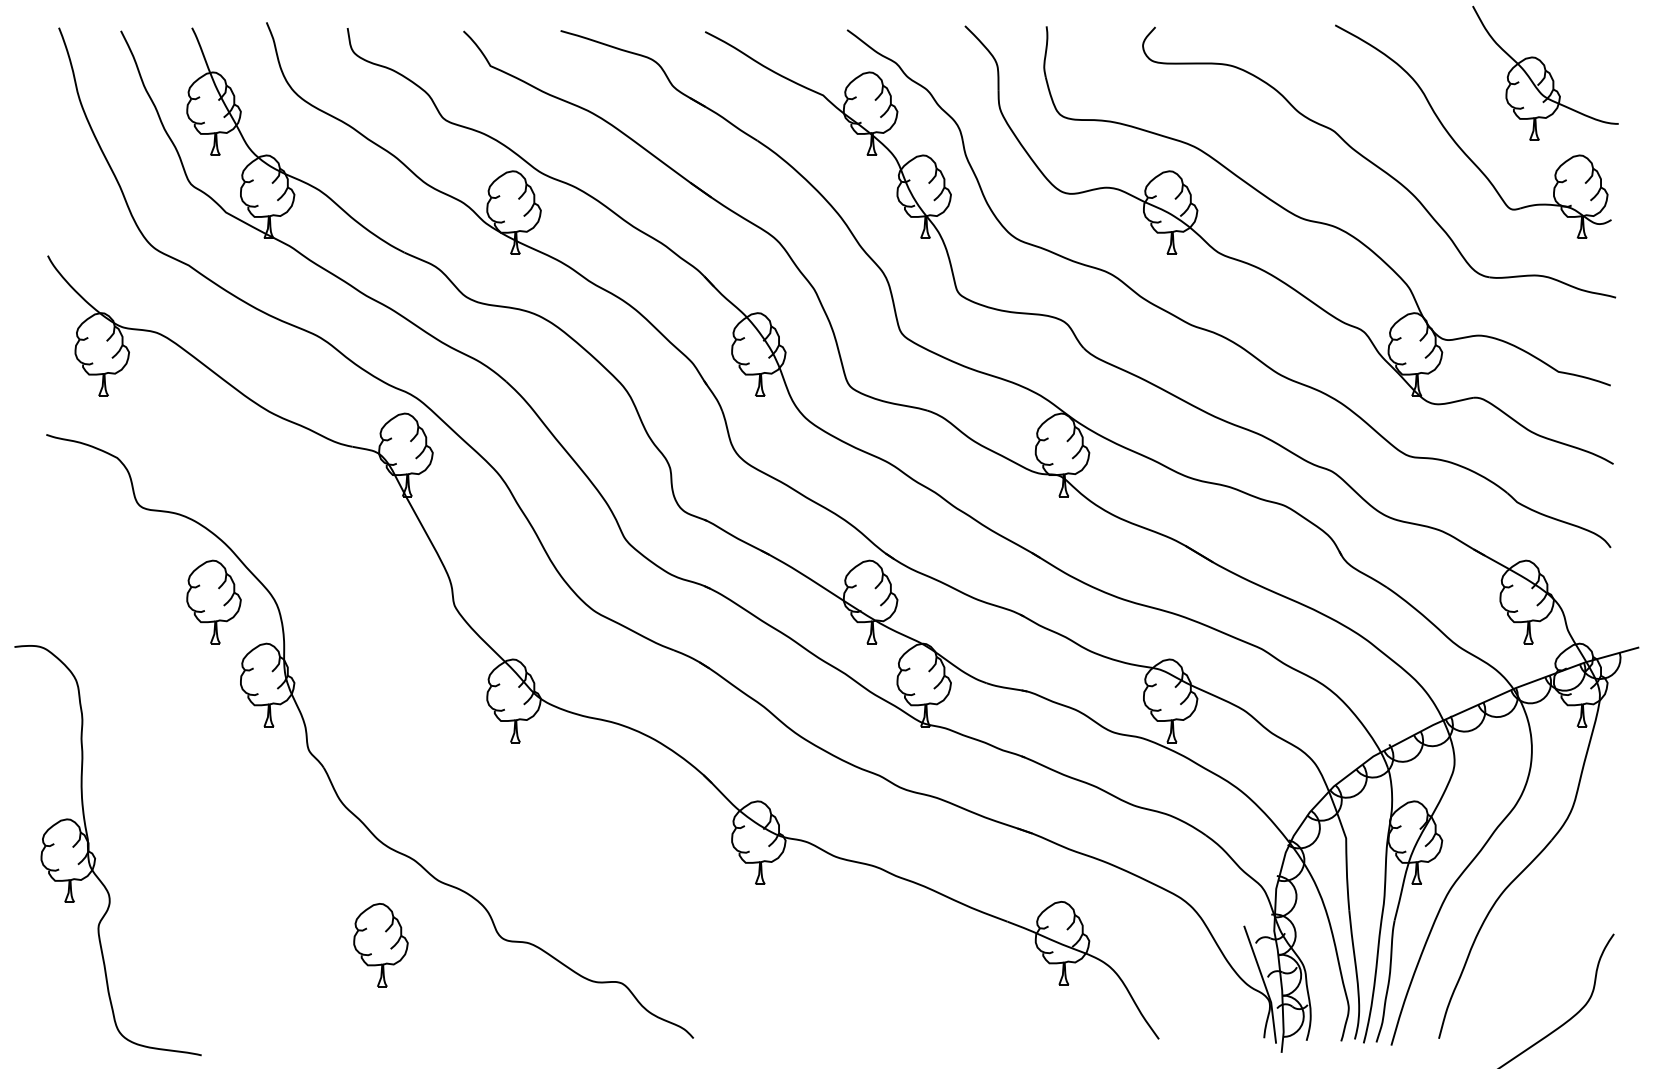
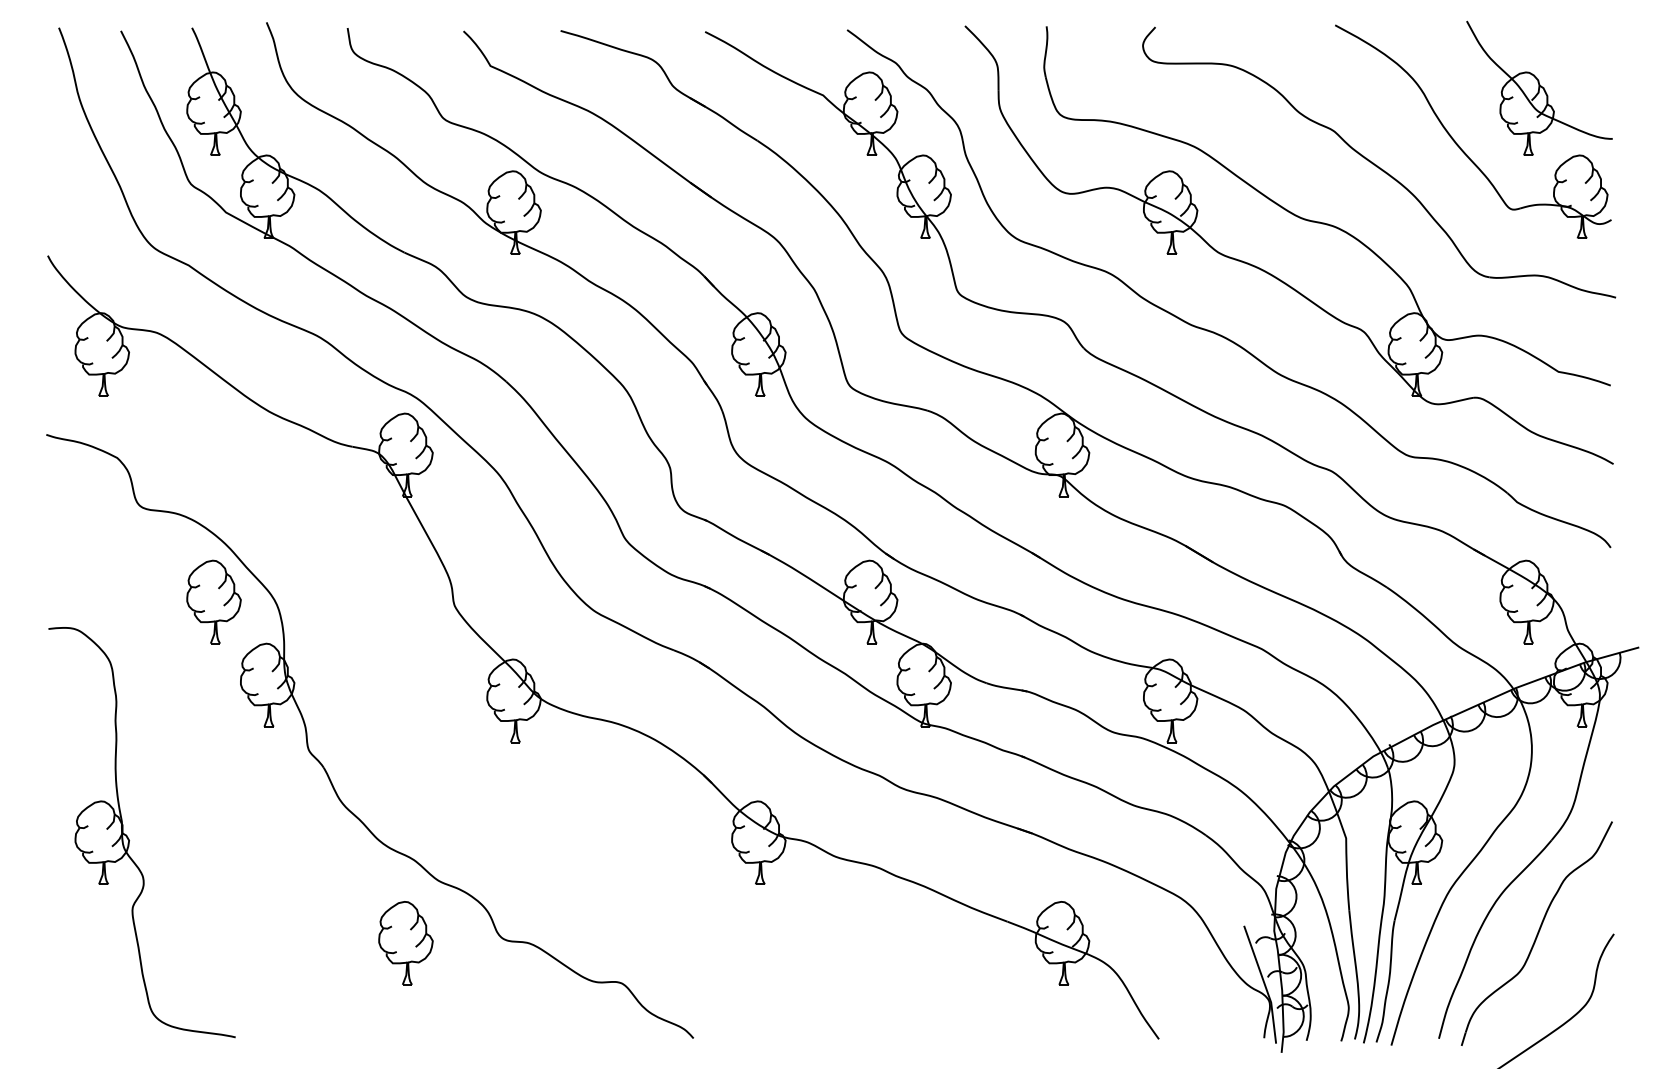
part at (1545, 72) position: (1545, 72) -> (1539, 87)
part at (95, 857) position: (95, 857) -> (129, 839)
part at (1536, 933): none -> present
part at (380, 945) position: (380, 945) -> (405, 943)
